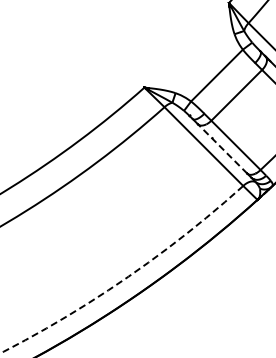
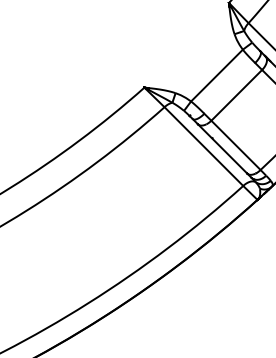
line at (222, 149): dashed -> solid
arc at (126, 277): dashed -> solid
